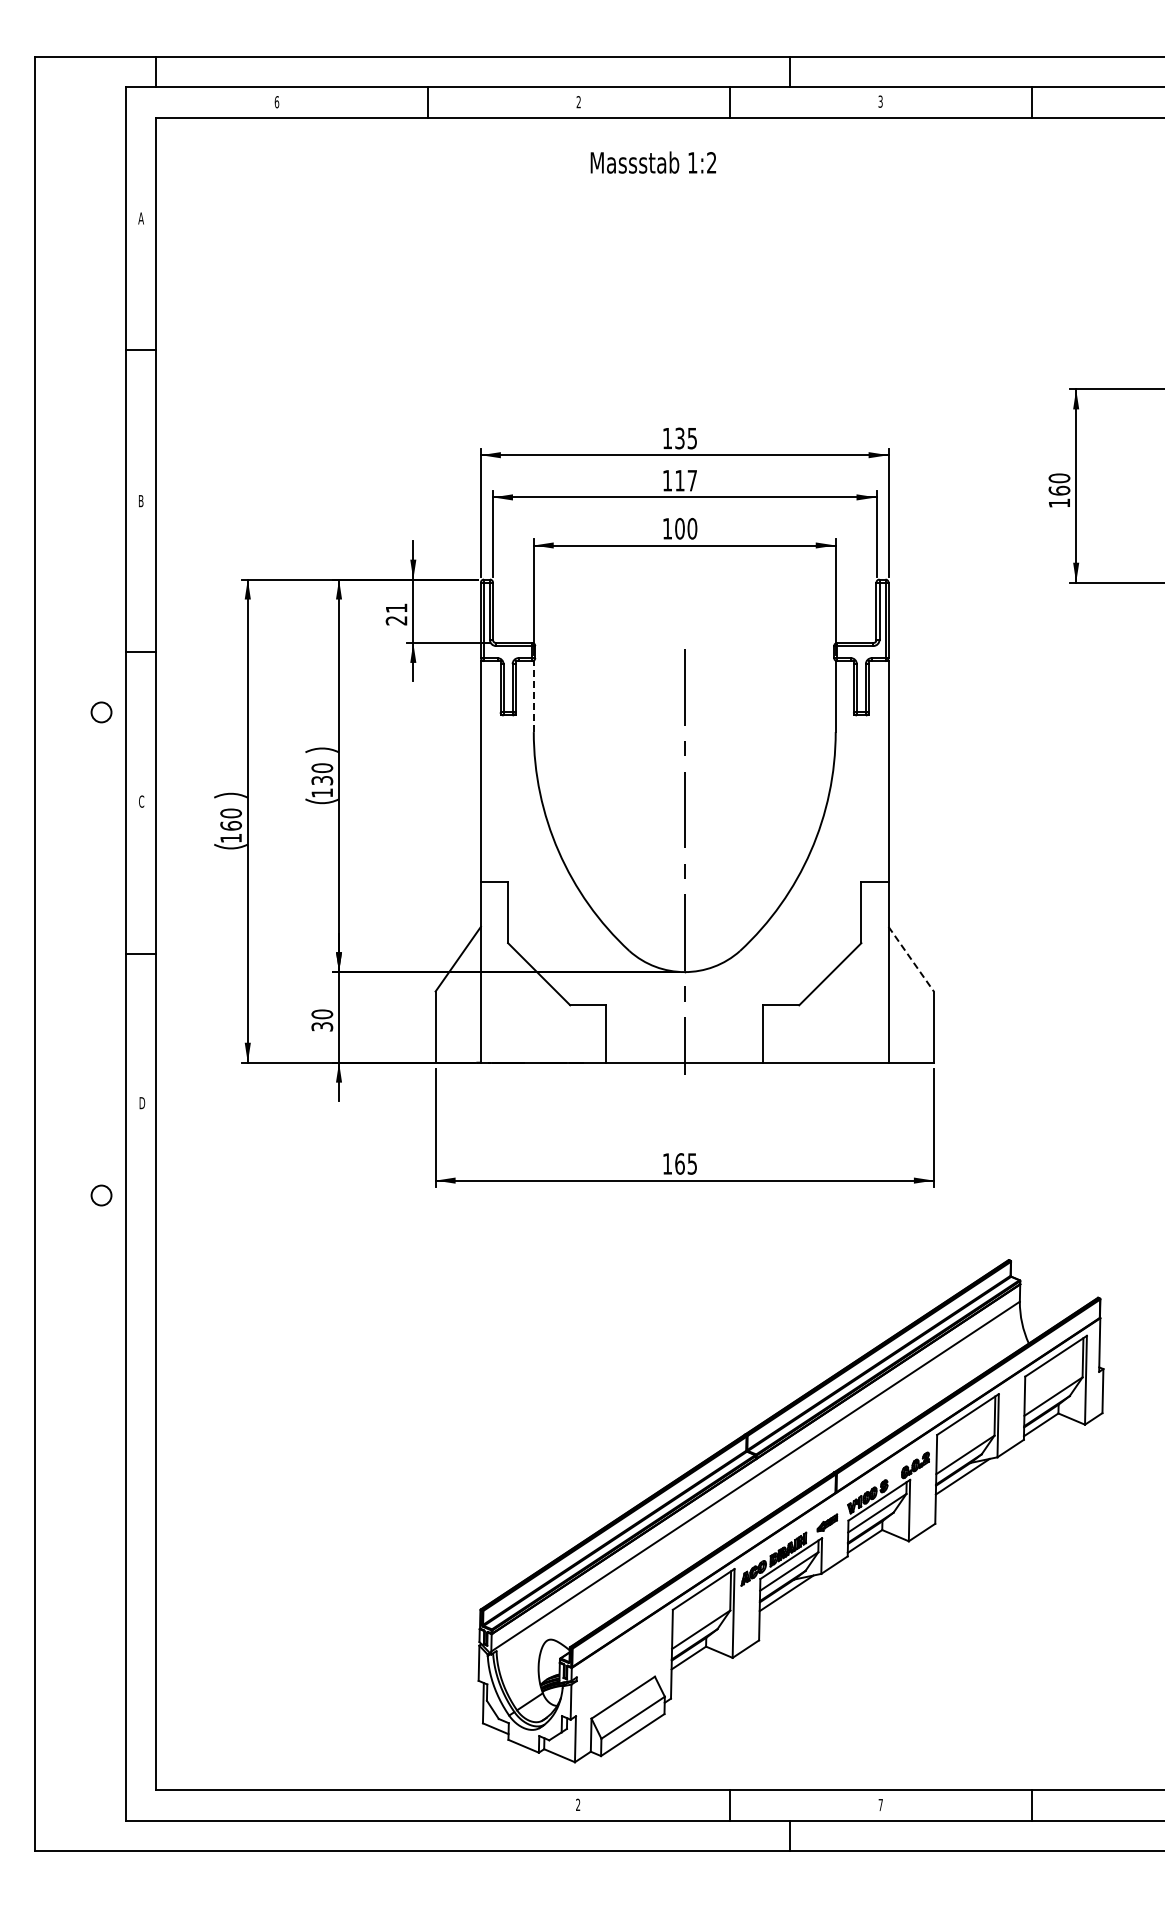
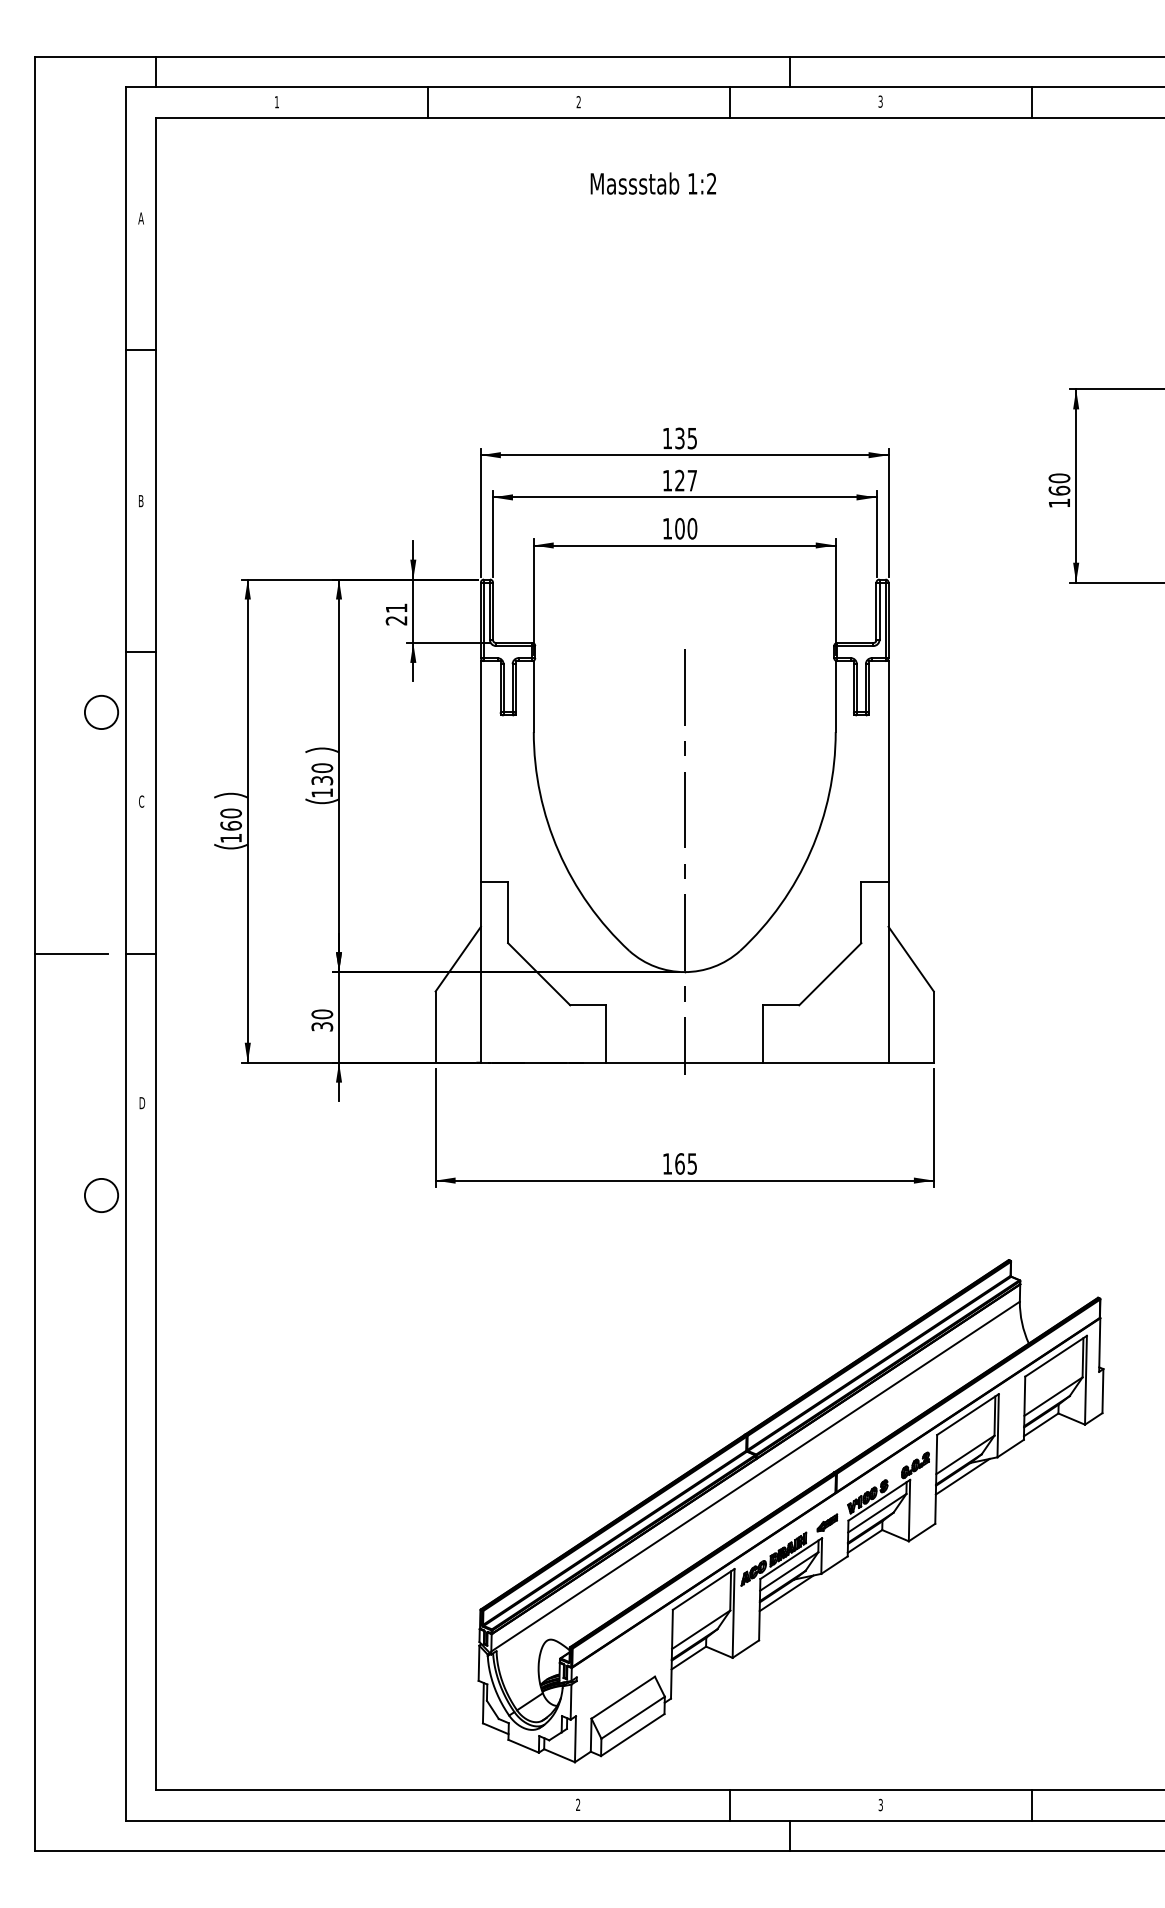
text at (276, 102): 6 -> 1
text at (652, 162) position: (652, 162) -> (652, 183)
text at (679, 480): 117 -> 127
line at (533, 696): dashed -> solid
circle at (101, 712) diameter: 20 px -> 33 px
line at (71, 954): none -> present
line at (911, 959): dashed -> solid
circle at (101, 1195) diameter: 20 px -> 33 px
text at (880, 1804): 7 -> 3
